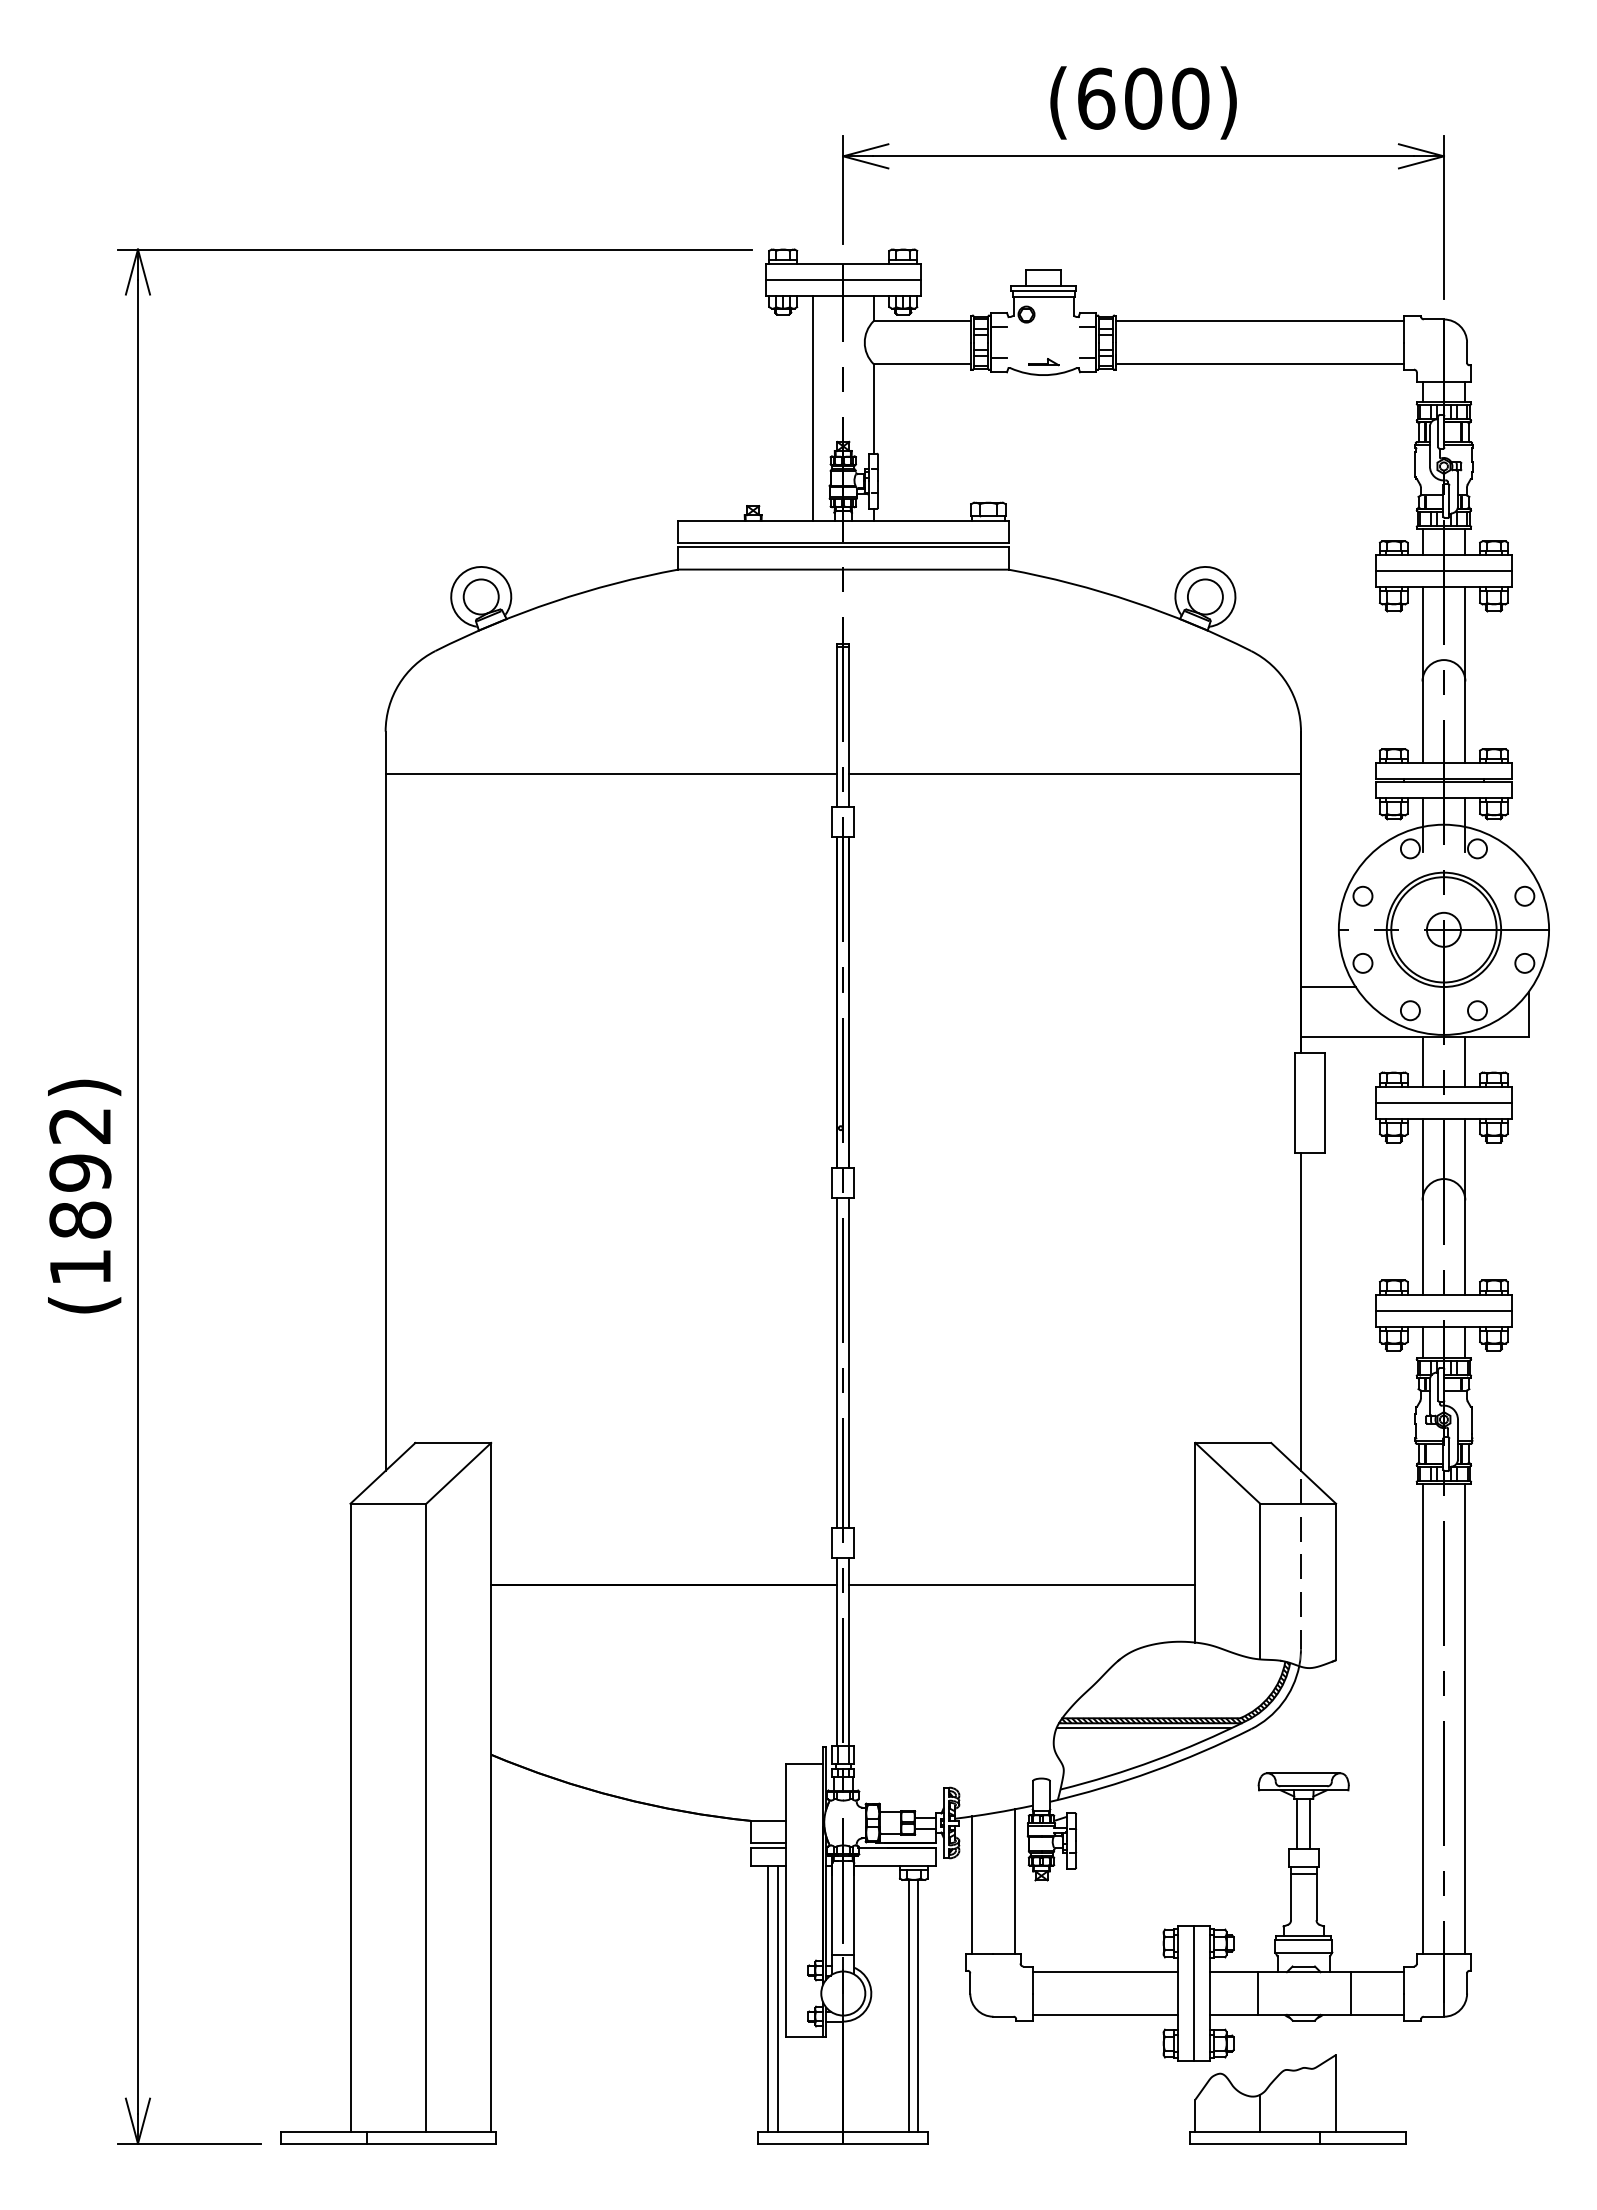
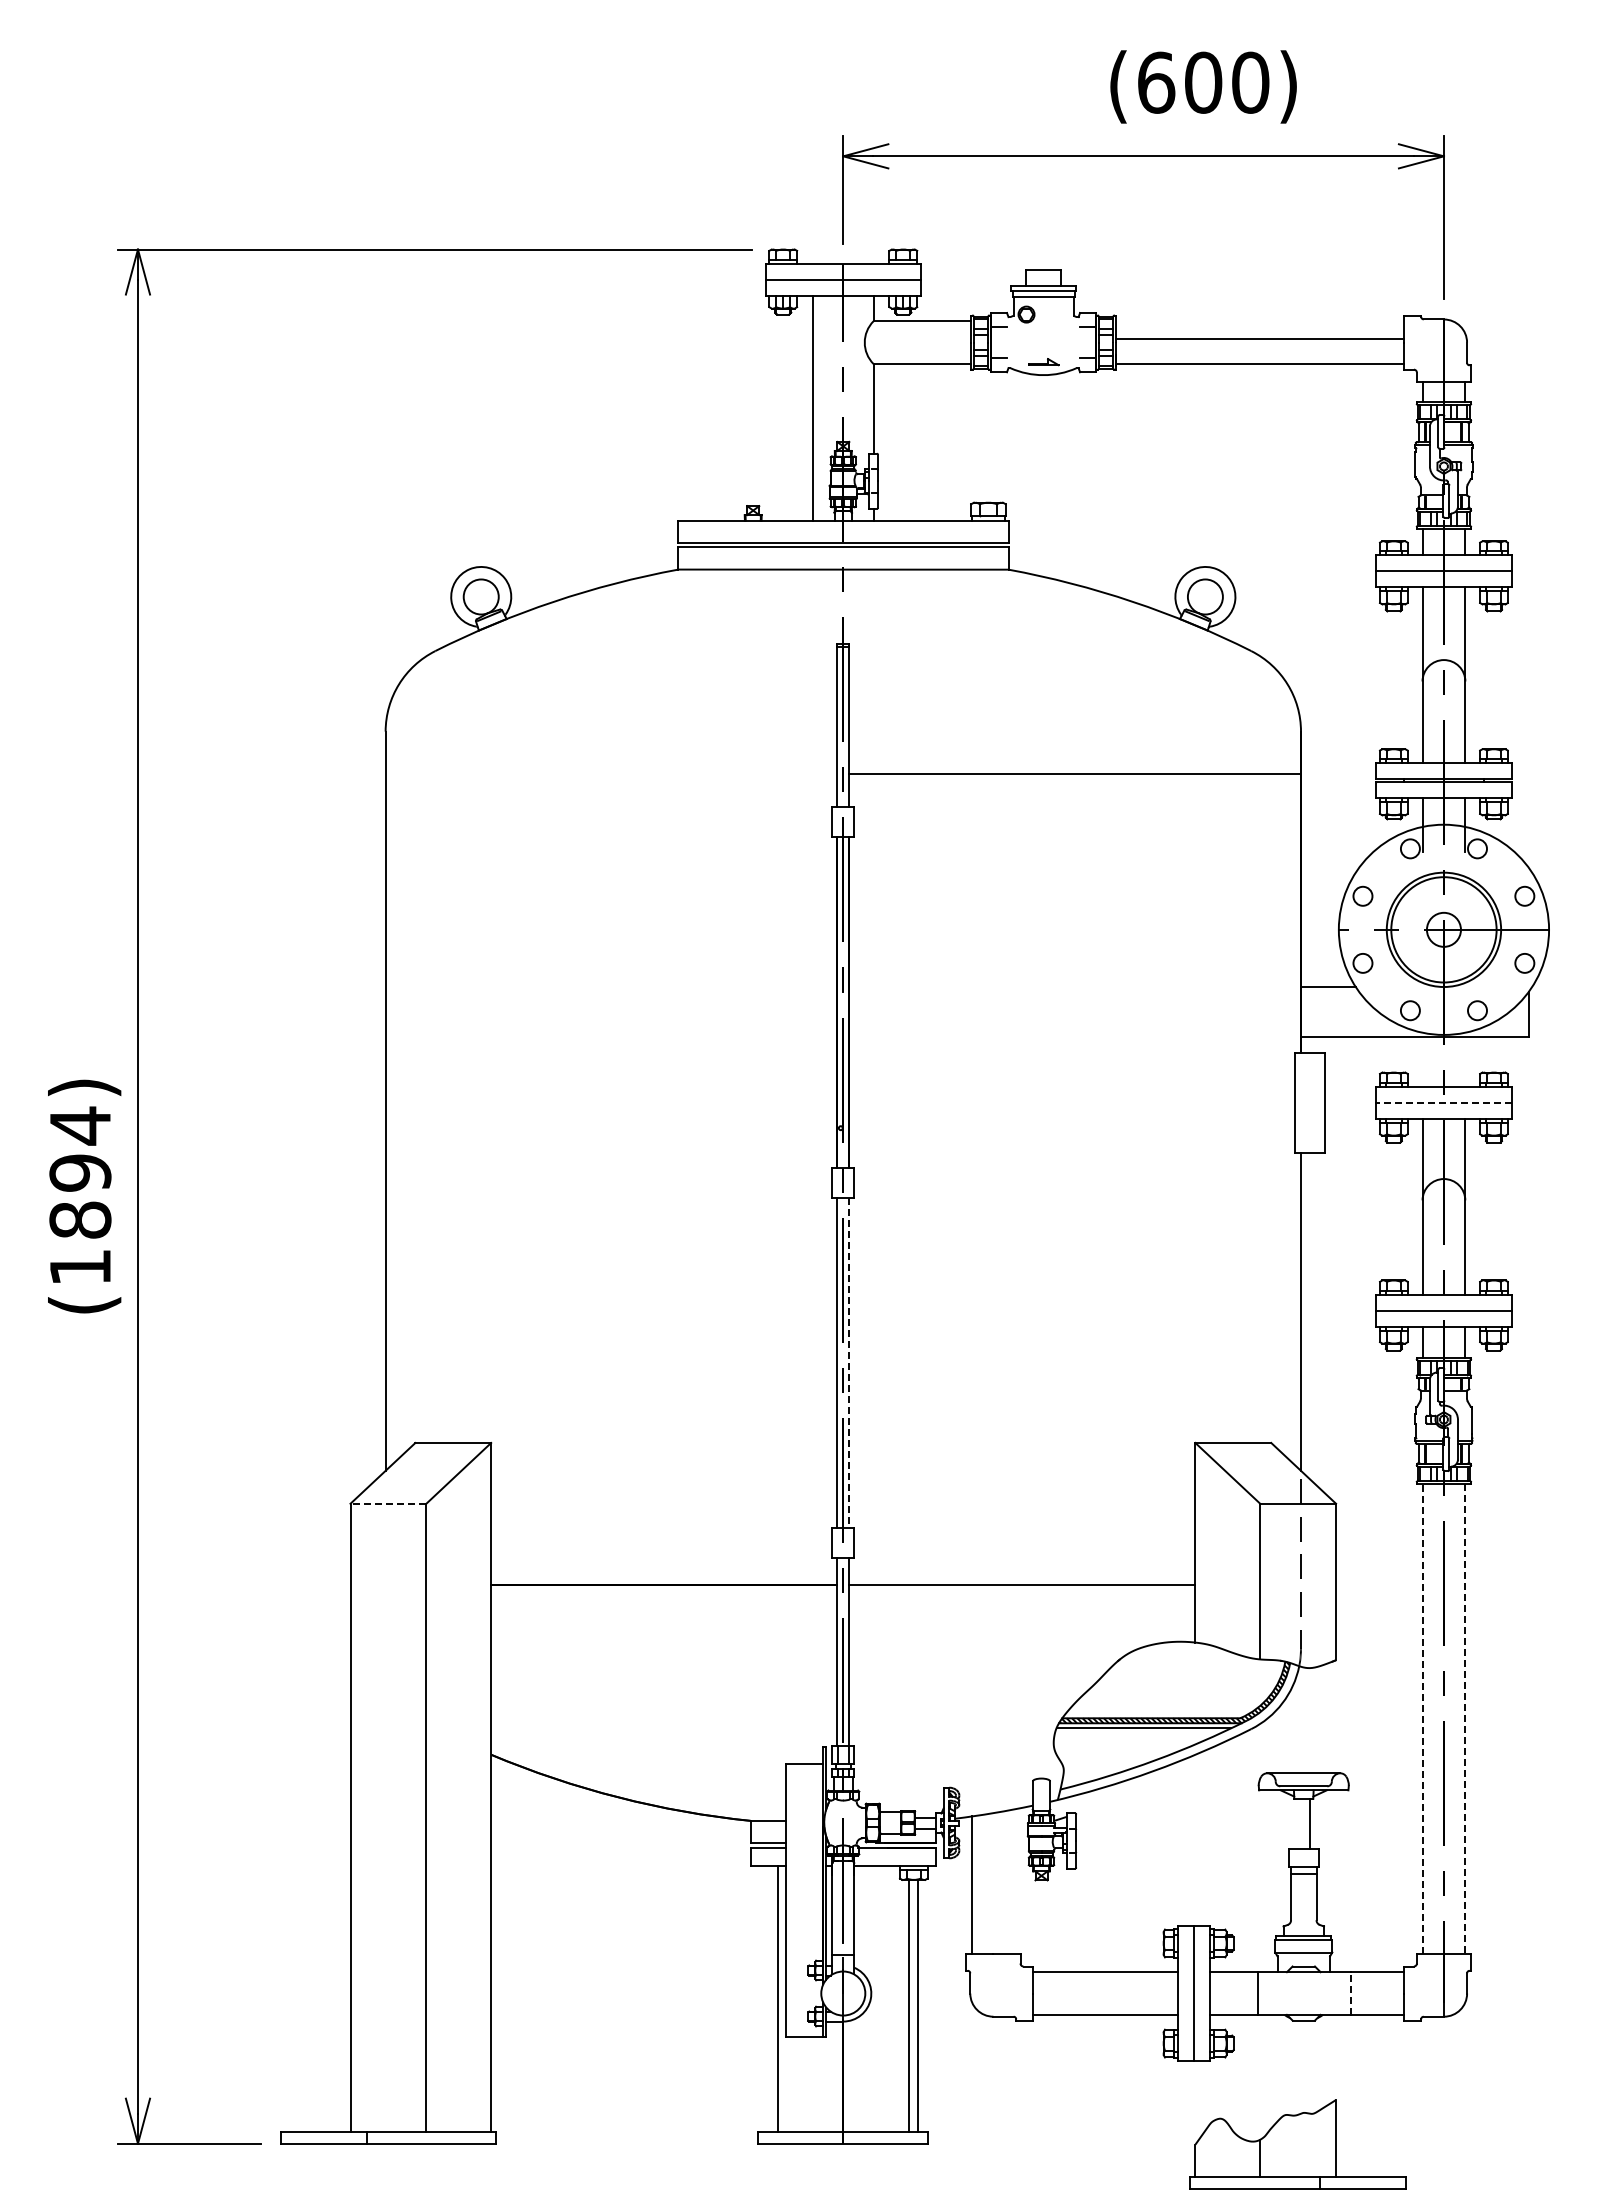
text at (1143, 102) position: (1143, 102) -> (1203, 86)
line at (1260, 321) position: (1260, 321) -> (1260, 339)
line at (611, 773): present -> none
line at (1422, 1061): present -> none
line at (1465, 1061): present -> none
line at (1443, 1102): solid -> dashed
text at (79, 1125): (1892) -> (1894)
line at (849, 1363): solid -> dashed
line at (388, 1503): solid -> dashed
line at (1422, 1718): solid -> dashed
line at (1465, 1719): solid -> dashed
line at (1297, 1823): present -> none
line at (1014, 1881): present -> none
line at (1351, 1993): solid -> dashed
line at (768, 1998): present -> none
part at (1297, 2099) position: (1297, 2099) -> (1297, 2144)
